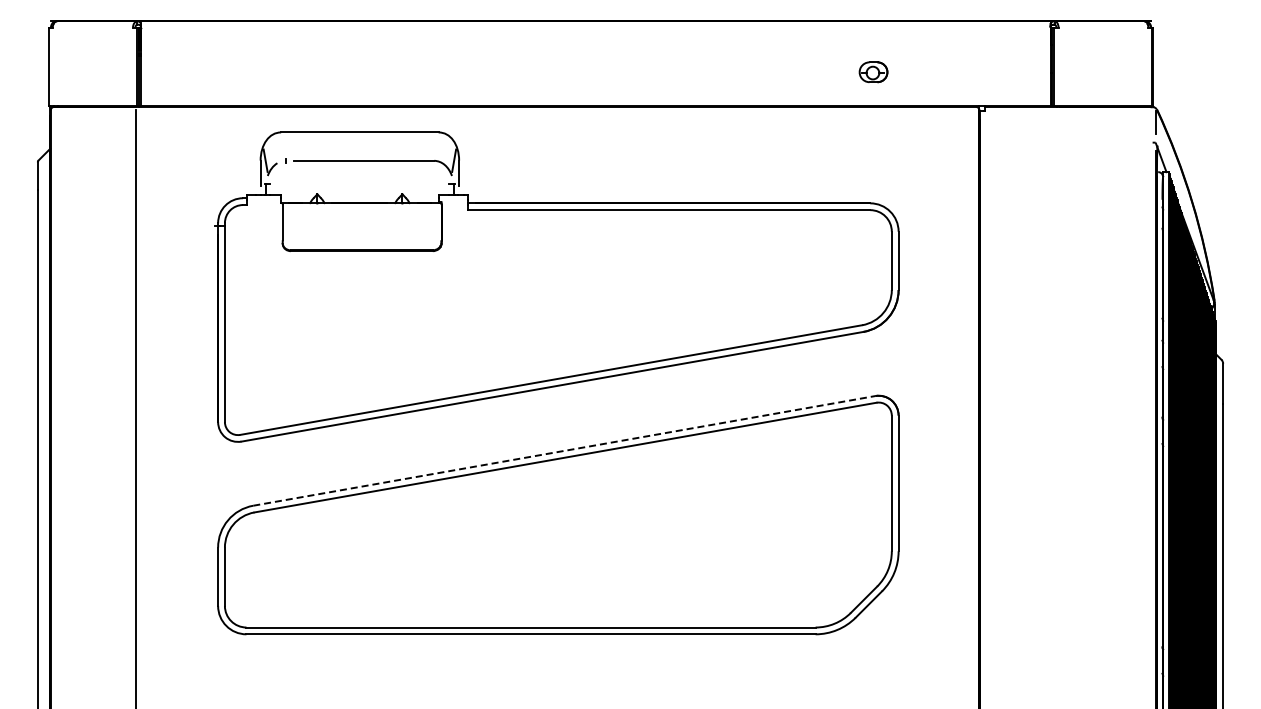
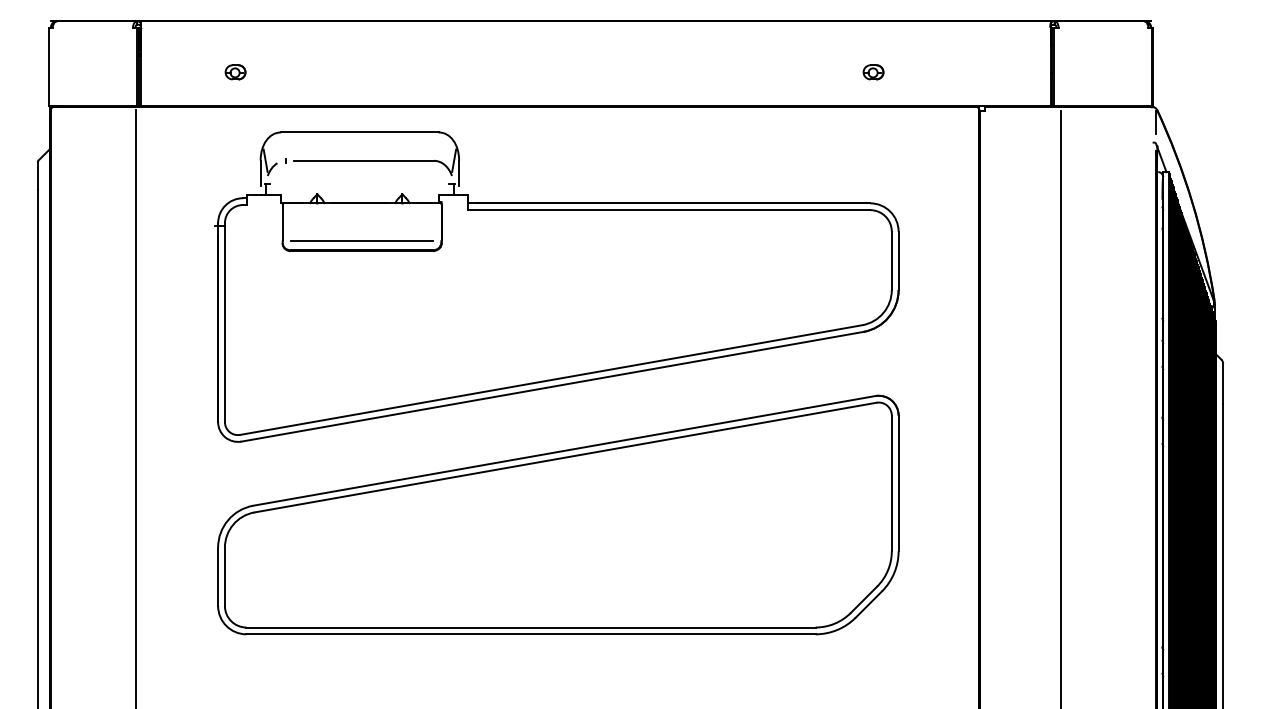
part at (235, 72): none -> present
part at (873, 72) size: 31x23 px -> 23x17 px
line at (362, 240): none -> present
line at (1060, 408): none -> present
line at (564, 450): dashed -> solid
